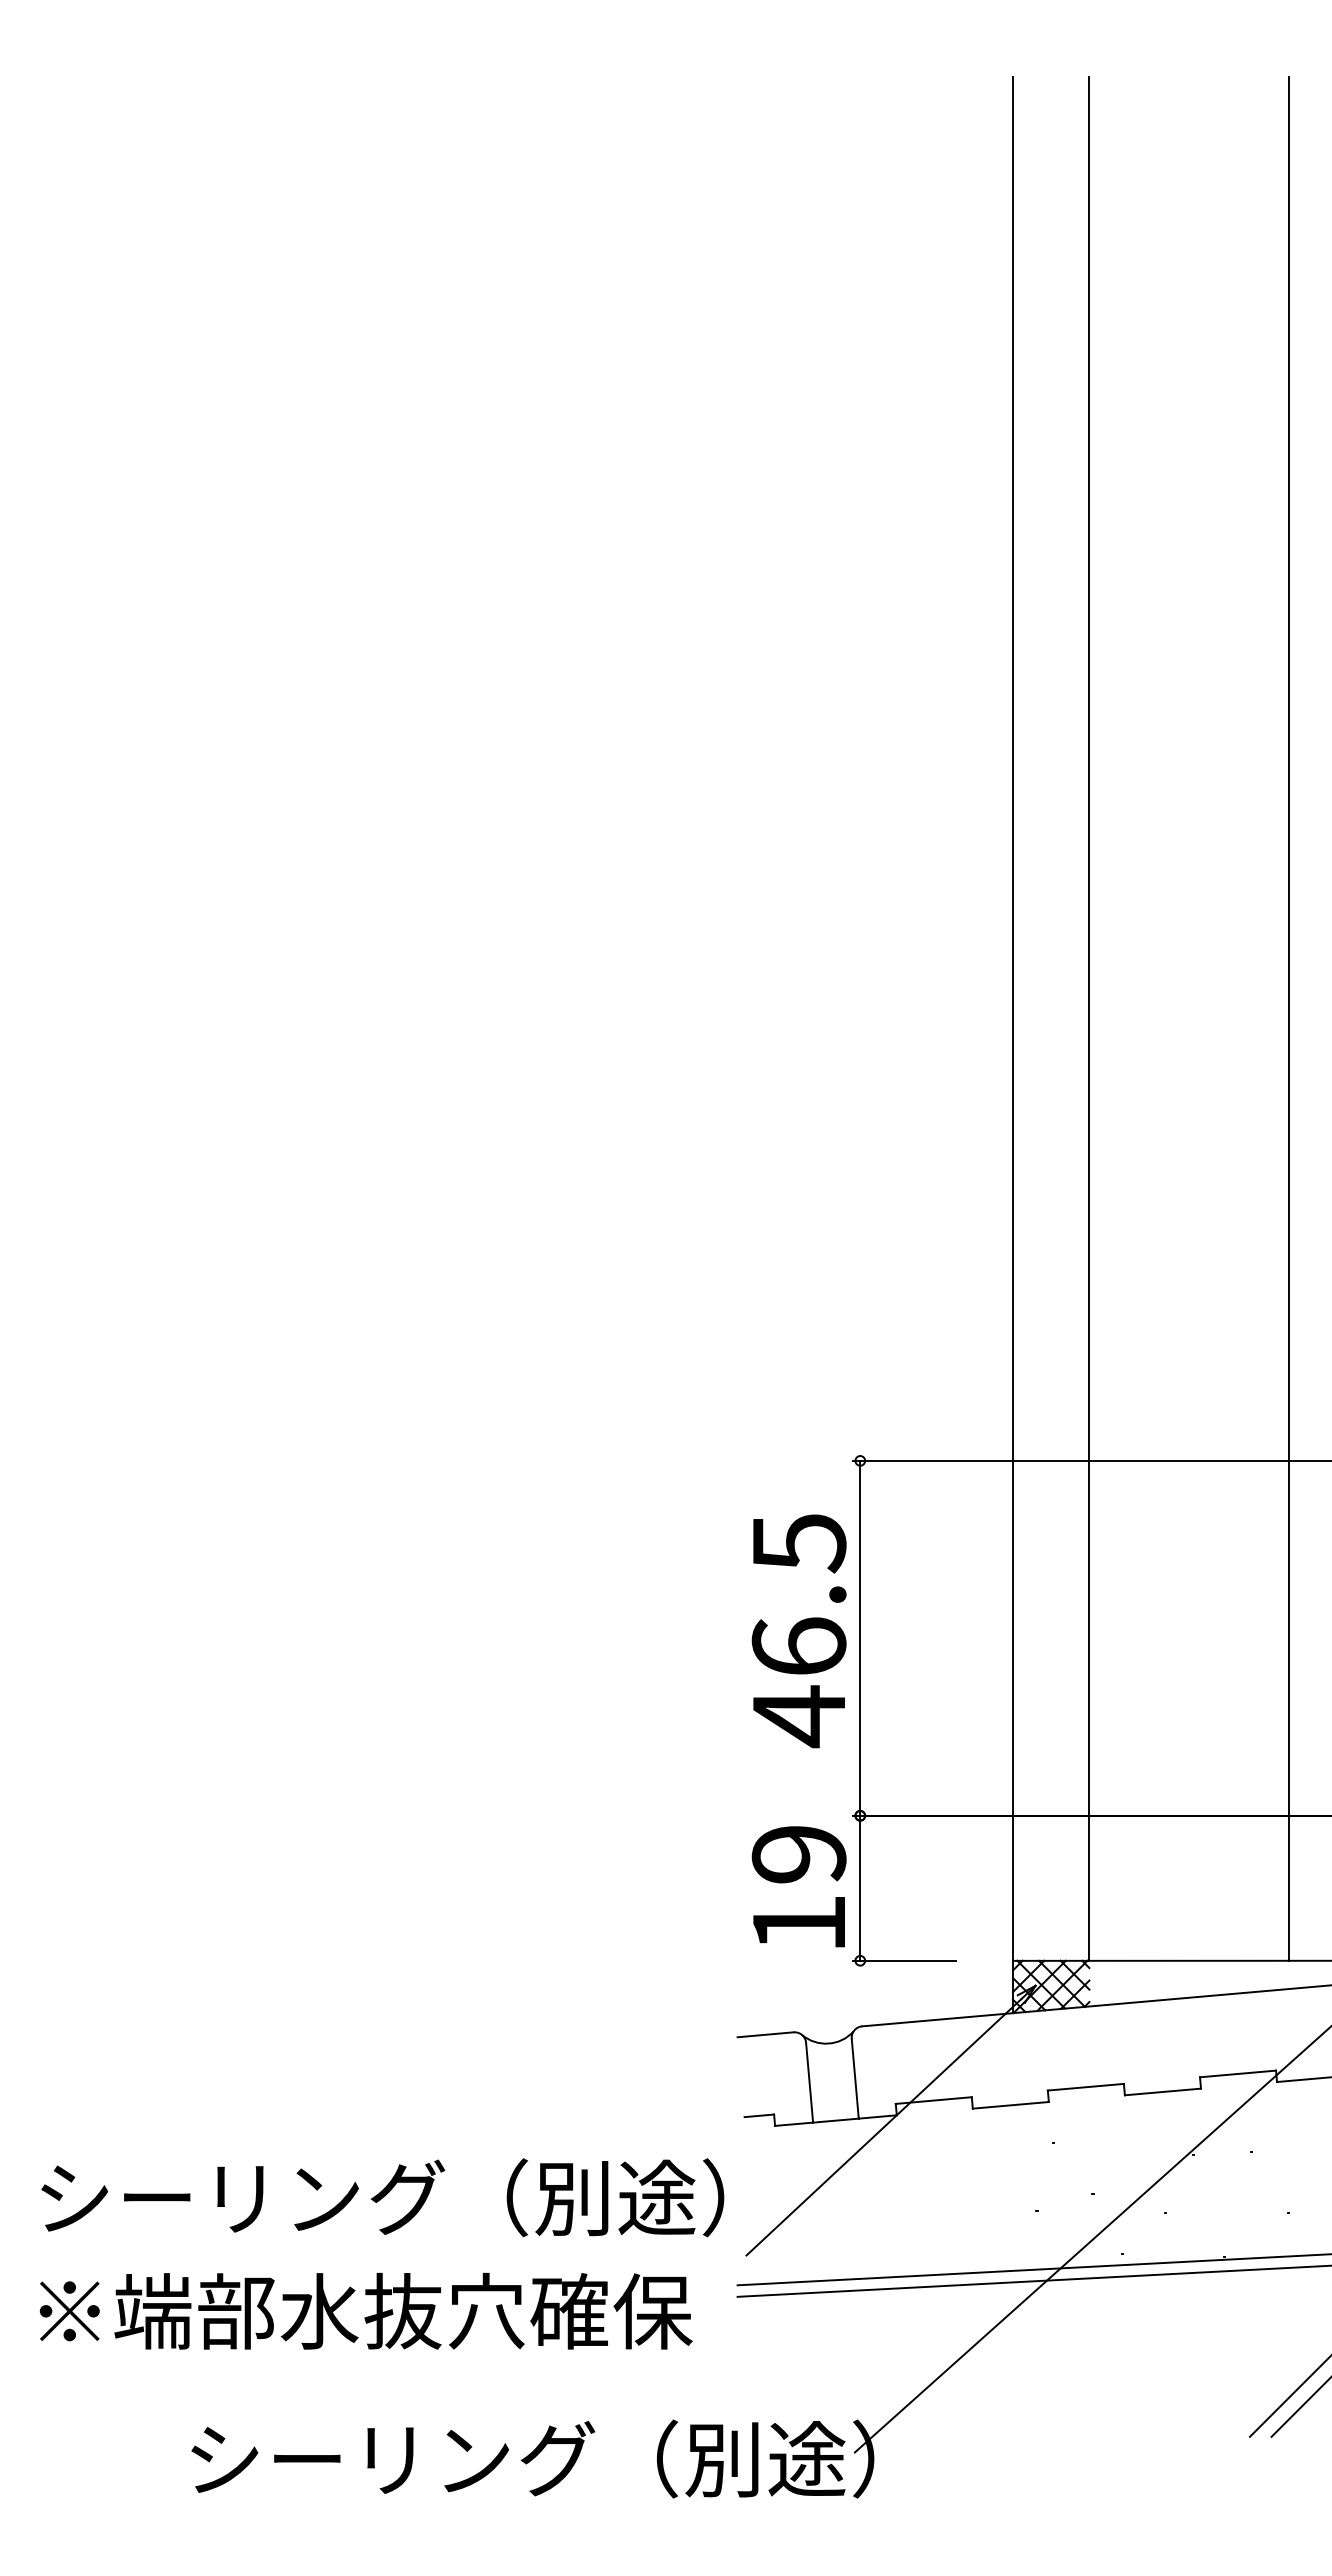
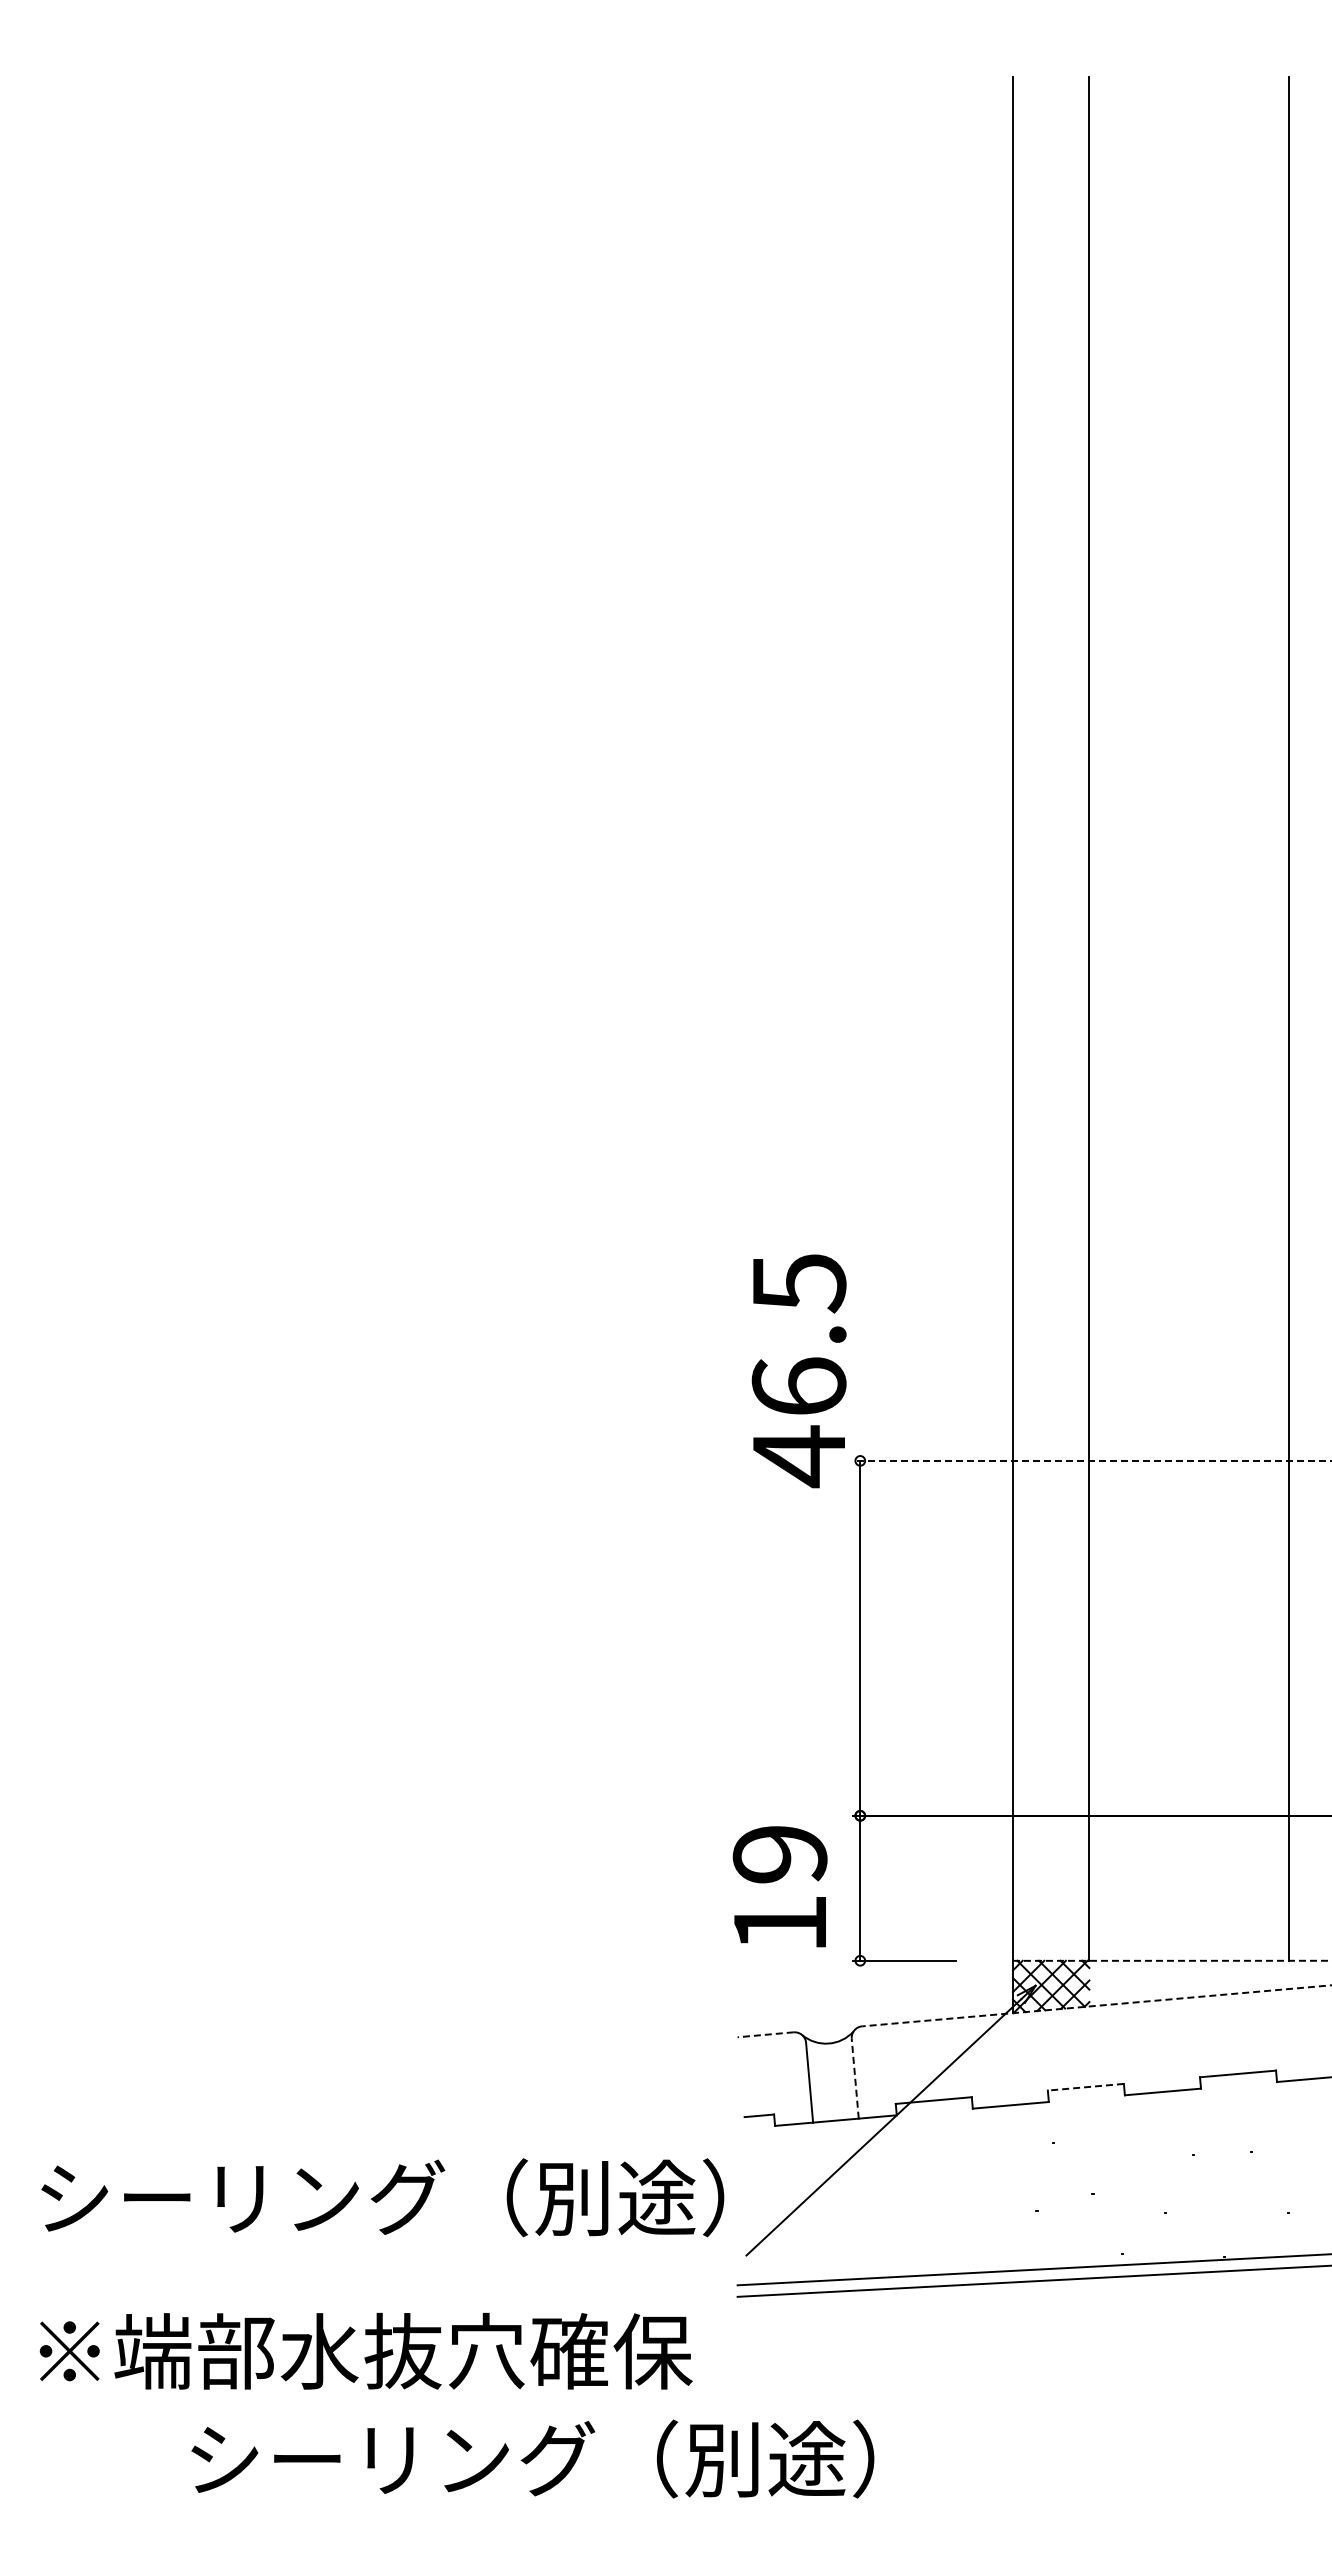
line at (1091, 1460): solid -> dashed
text at (798, 1631) position: (798, 1631) -> (798, 1371)
text at (798, 1886) position: (798, 1886) -> (779, 1886)
line at (1172, 1960): solid -> dashed
line at (1096, 2005): solid -> dashed
line at (765, 2034): solid -> dashed
line at (855, 2078): solid -> dashed
line at (1085, 2087): solid -> dashed
line at (1091, 2240): present -> none
text at (365, 2311) position: (365, 2311) -> (365, 2351)
line at (1288, 2397): present -> none
line at (1299, 2407): present -> none
